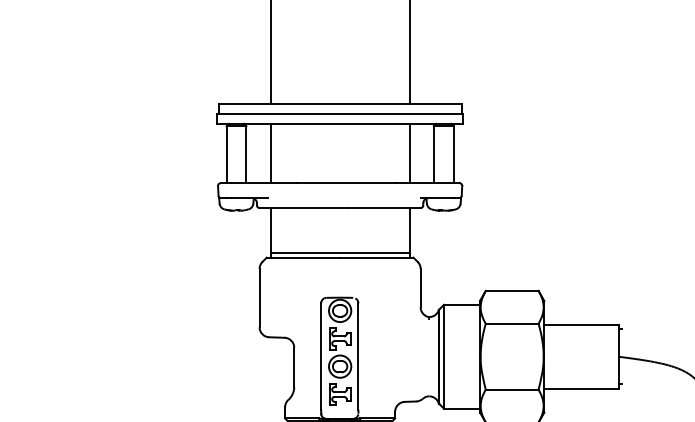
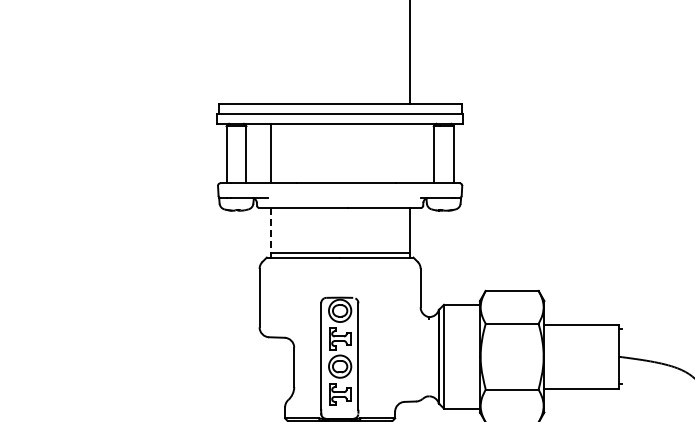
line at (270, 53): present -> none
line at (409, 153): present -> none
line at (270, 231): solid -> dashed
